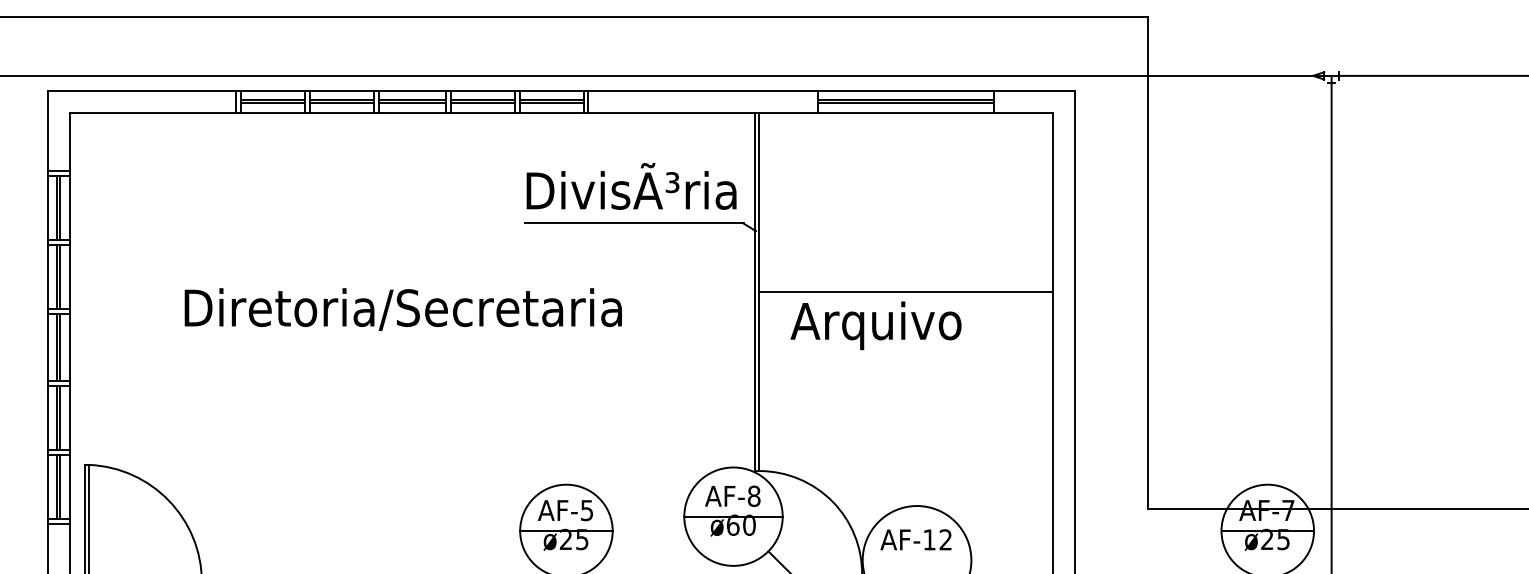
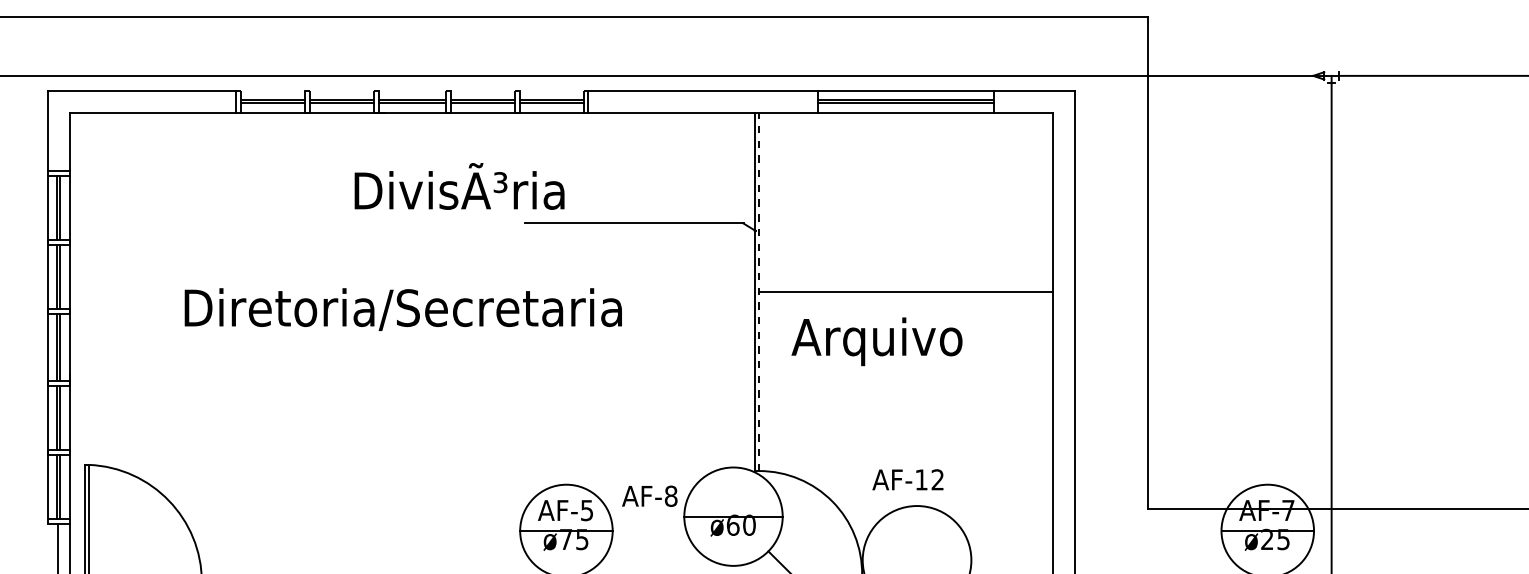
line at (412, 90): present -> none
text at (631, 186) position: (631, 186) -> (459, 186)
line at (759, 291): solid -> dashed
text at (875, 325) position: (875, 325) -> (876, 341)
text at (732, 495) position: (732, 495) -> (649, 495)
text at (565, 538): ø25 -> ø75
text at (915, 539) position: (915, 539) -> (907, 479)
line at (47, 546) position: (47, 546) -> (57, 546)
